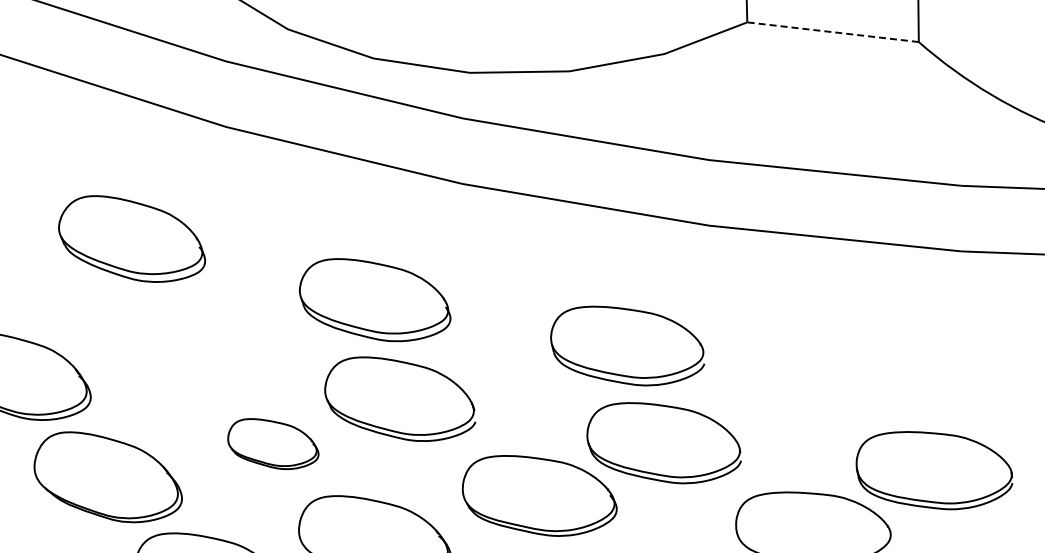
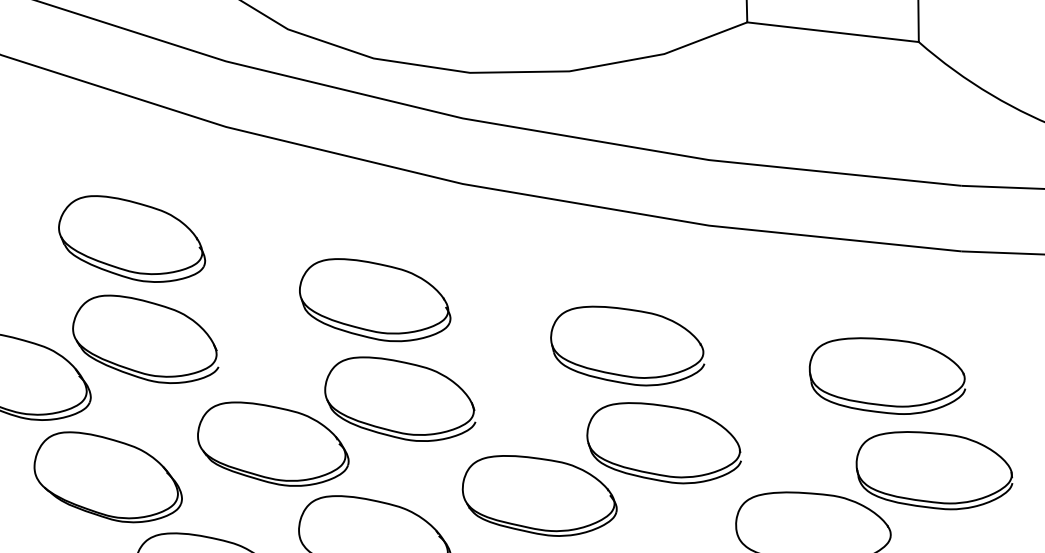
line at (832, 32): dashed -> solid
part at (145, 338): none -> present
part at (887, 375): none -> present
part at (273, 443) size: 93x52 px -> 153x86 px
